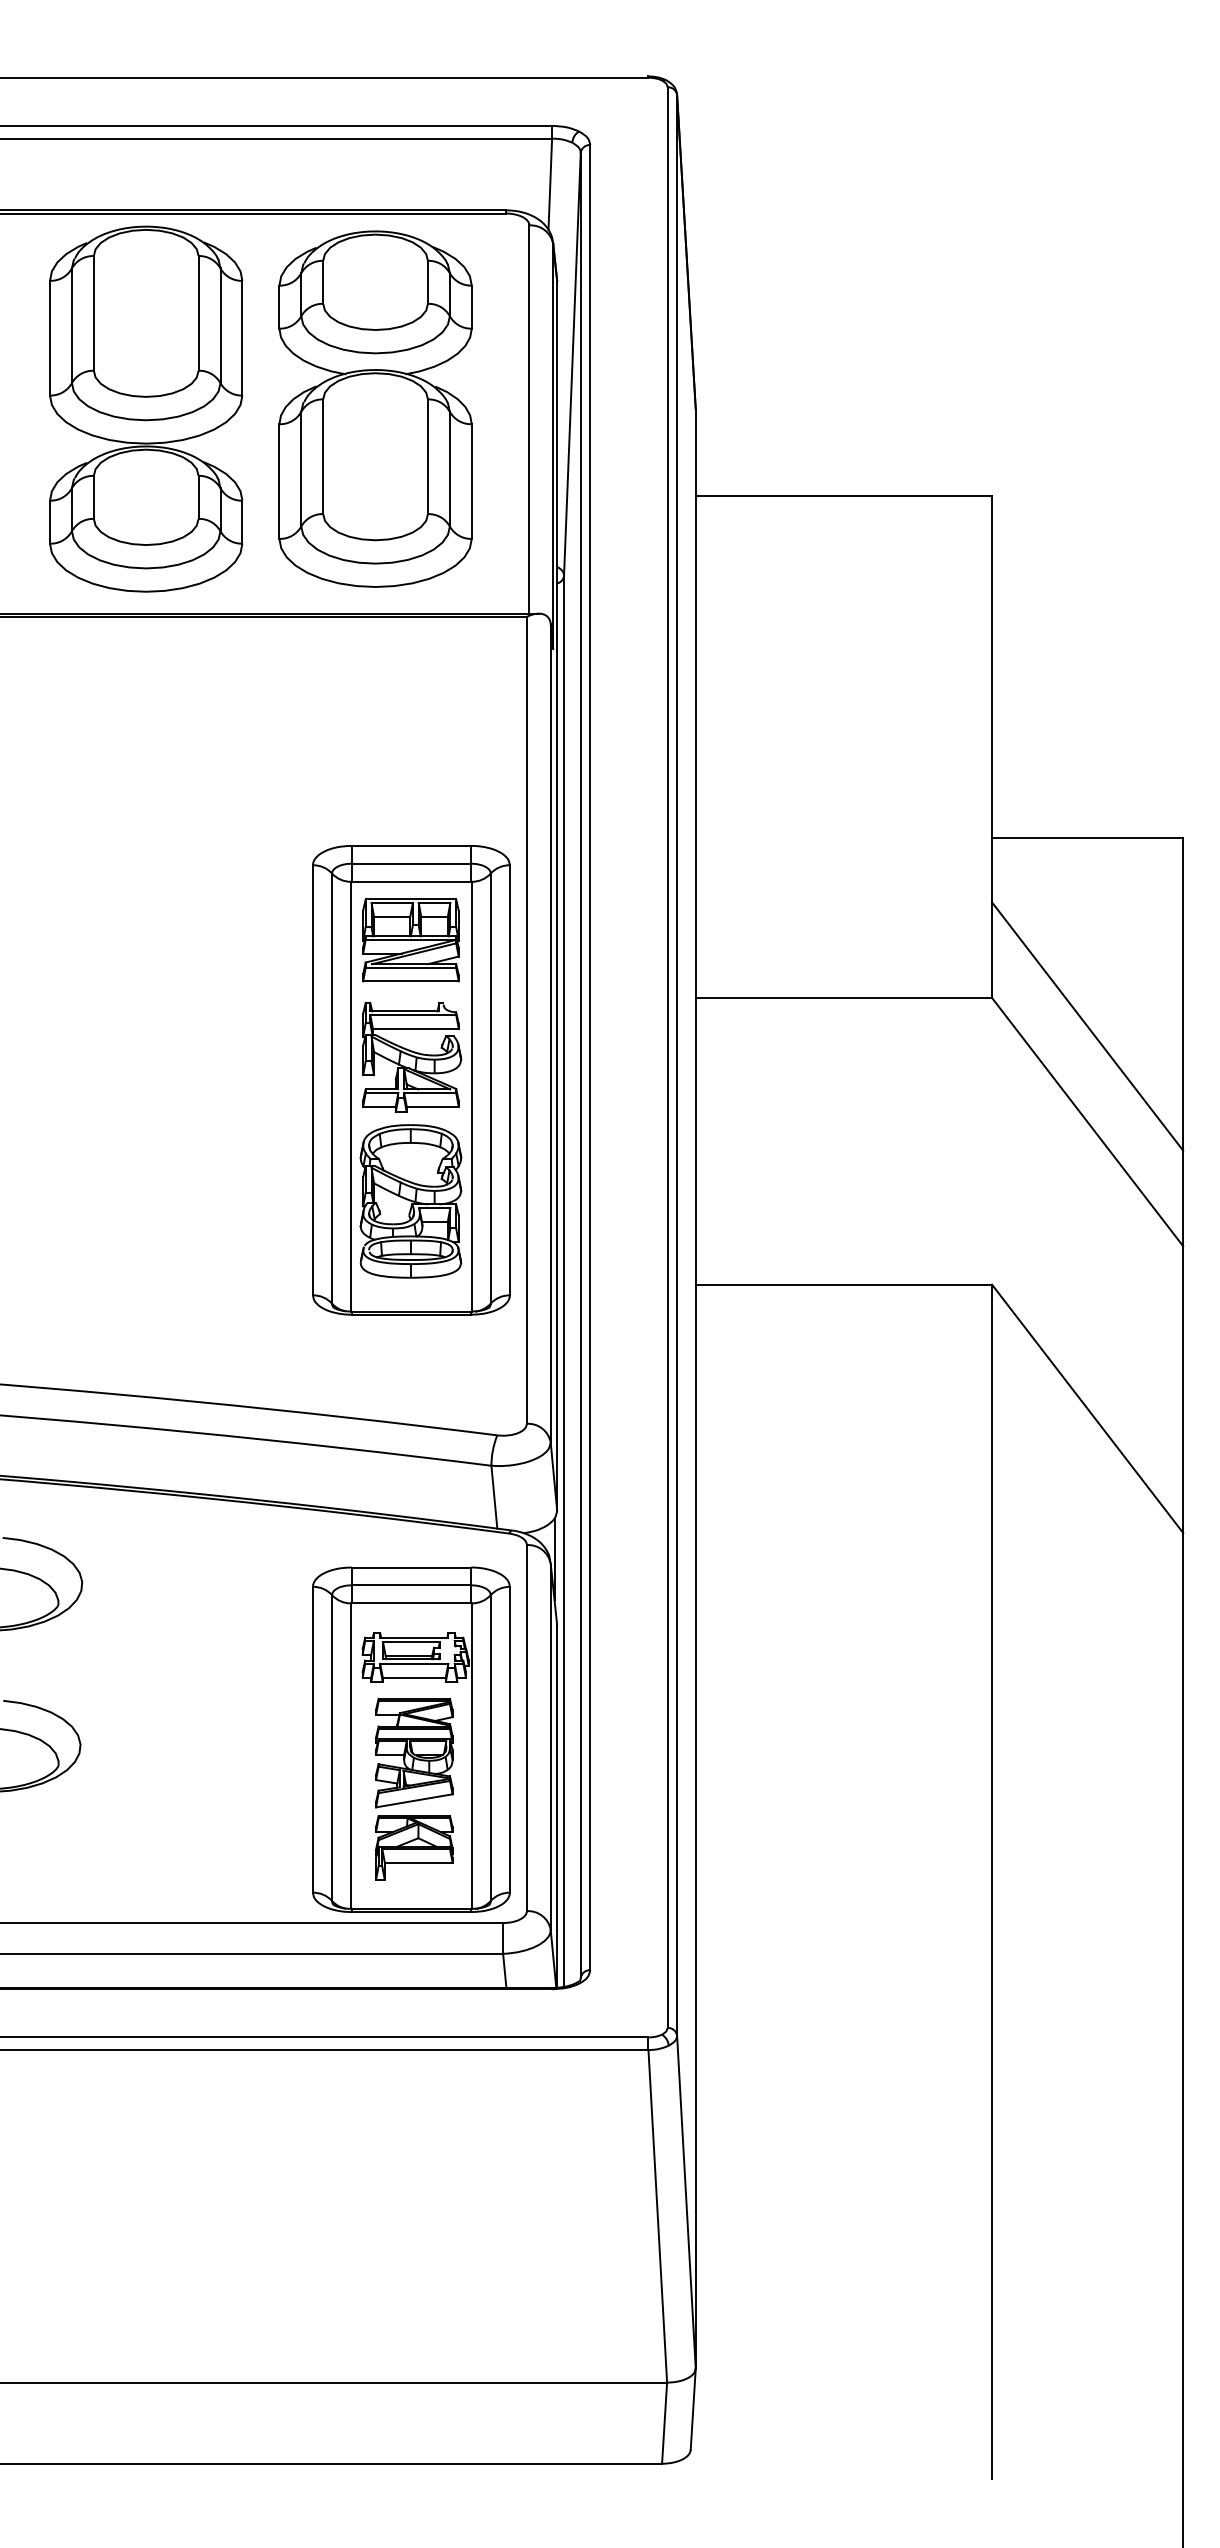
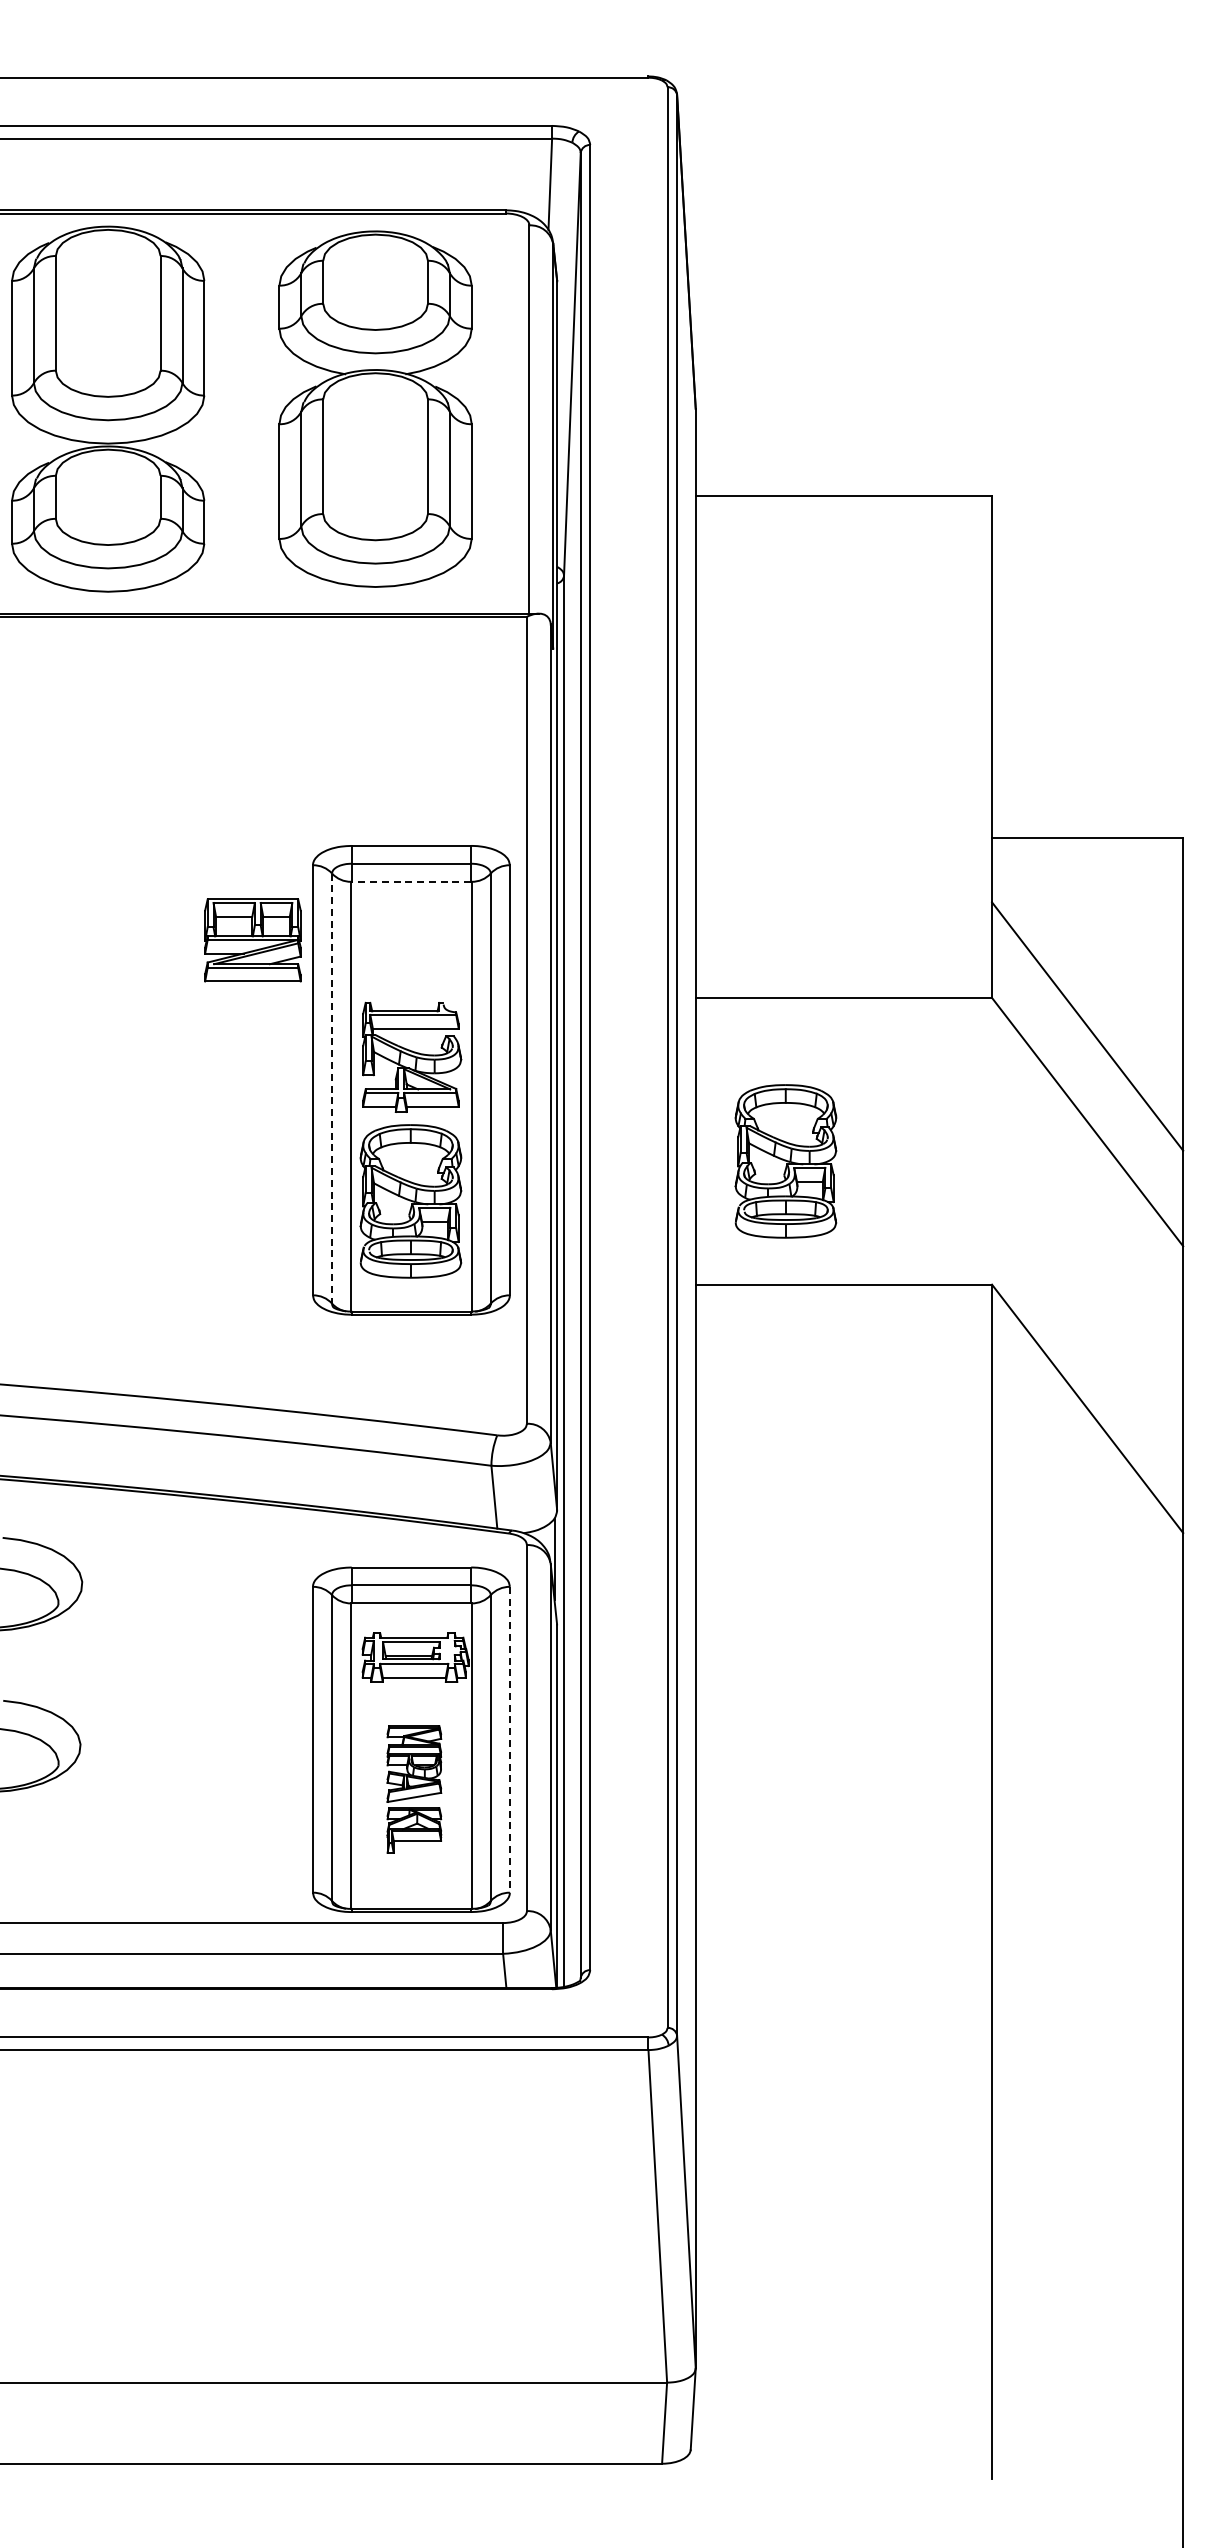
part at (146, 408) position: (146, 408) -> (108, 408)
line at (411, 881): solid -> dashed
part at (410, 940) position: (410, 940) -> (252, 940)
line at (332, 1089): solid -> dashed
part at (785, 1161): none -> present
line at (509, 1739): solid -> dashed
part at (414, 1789) size: 79x183 px -> 57x129 px
